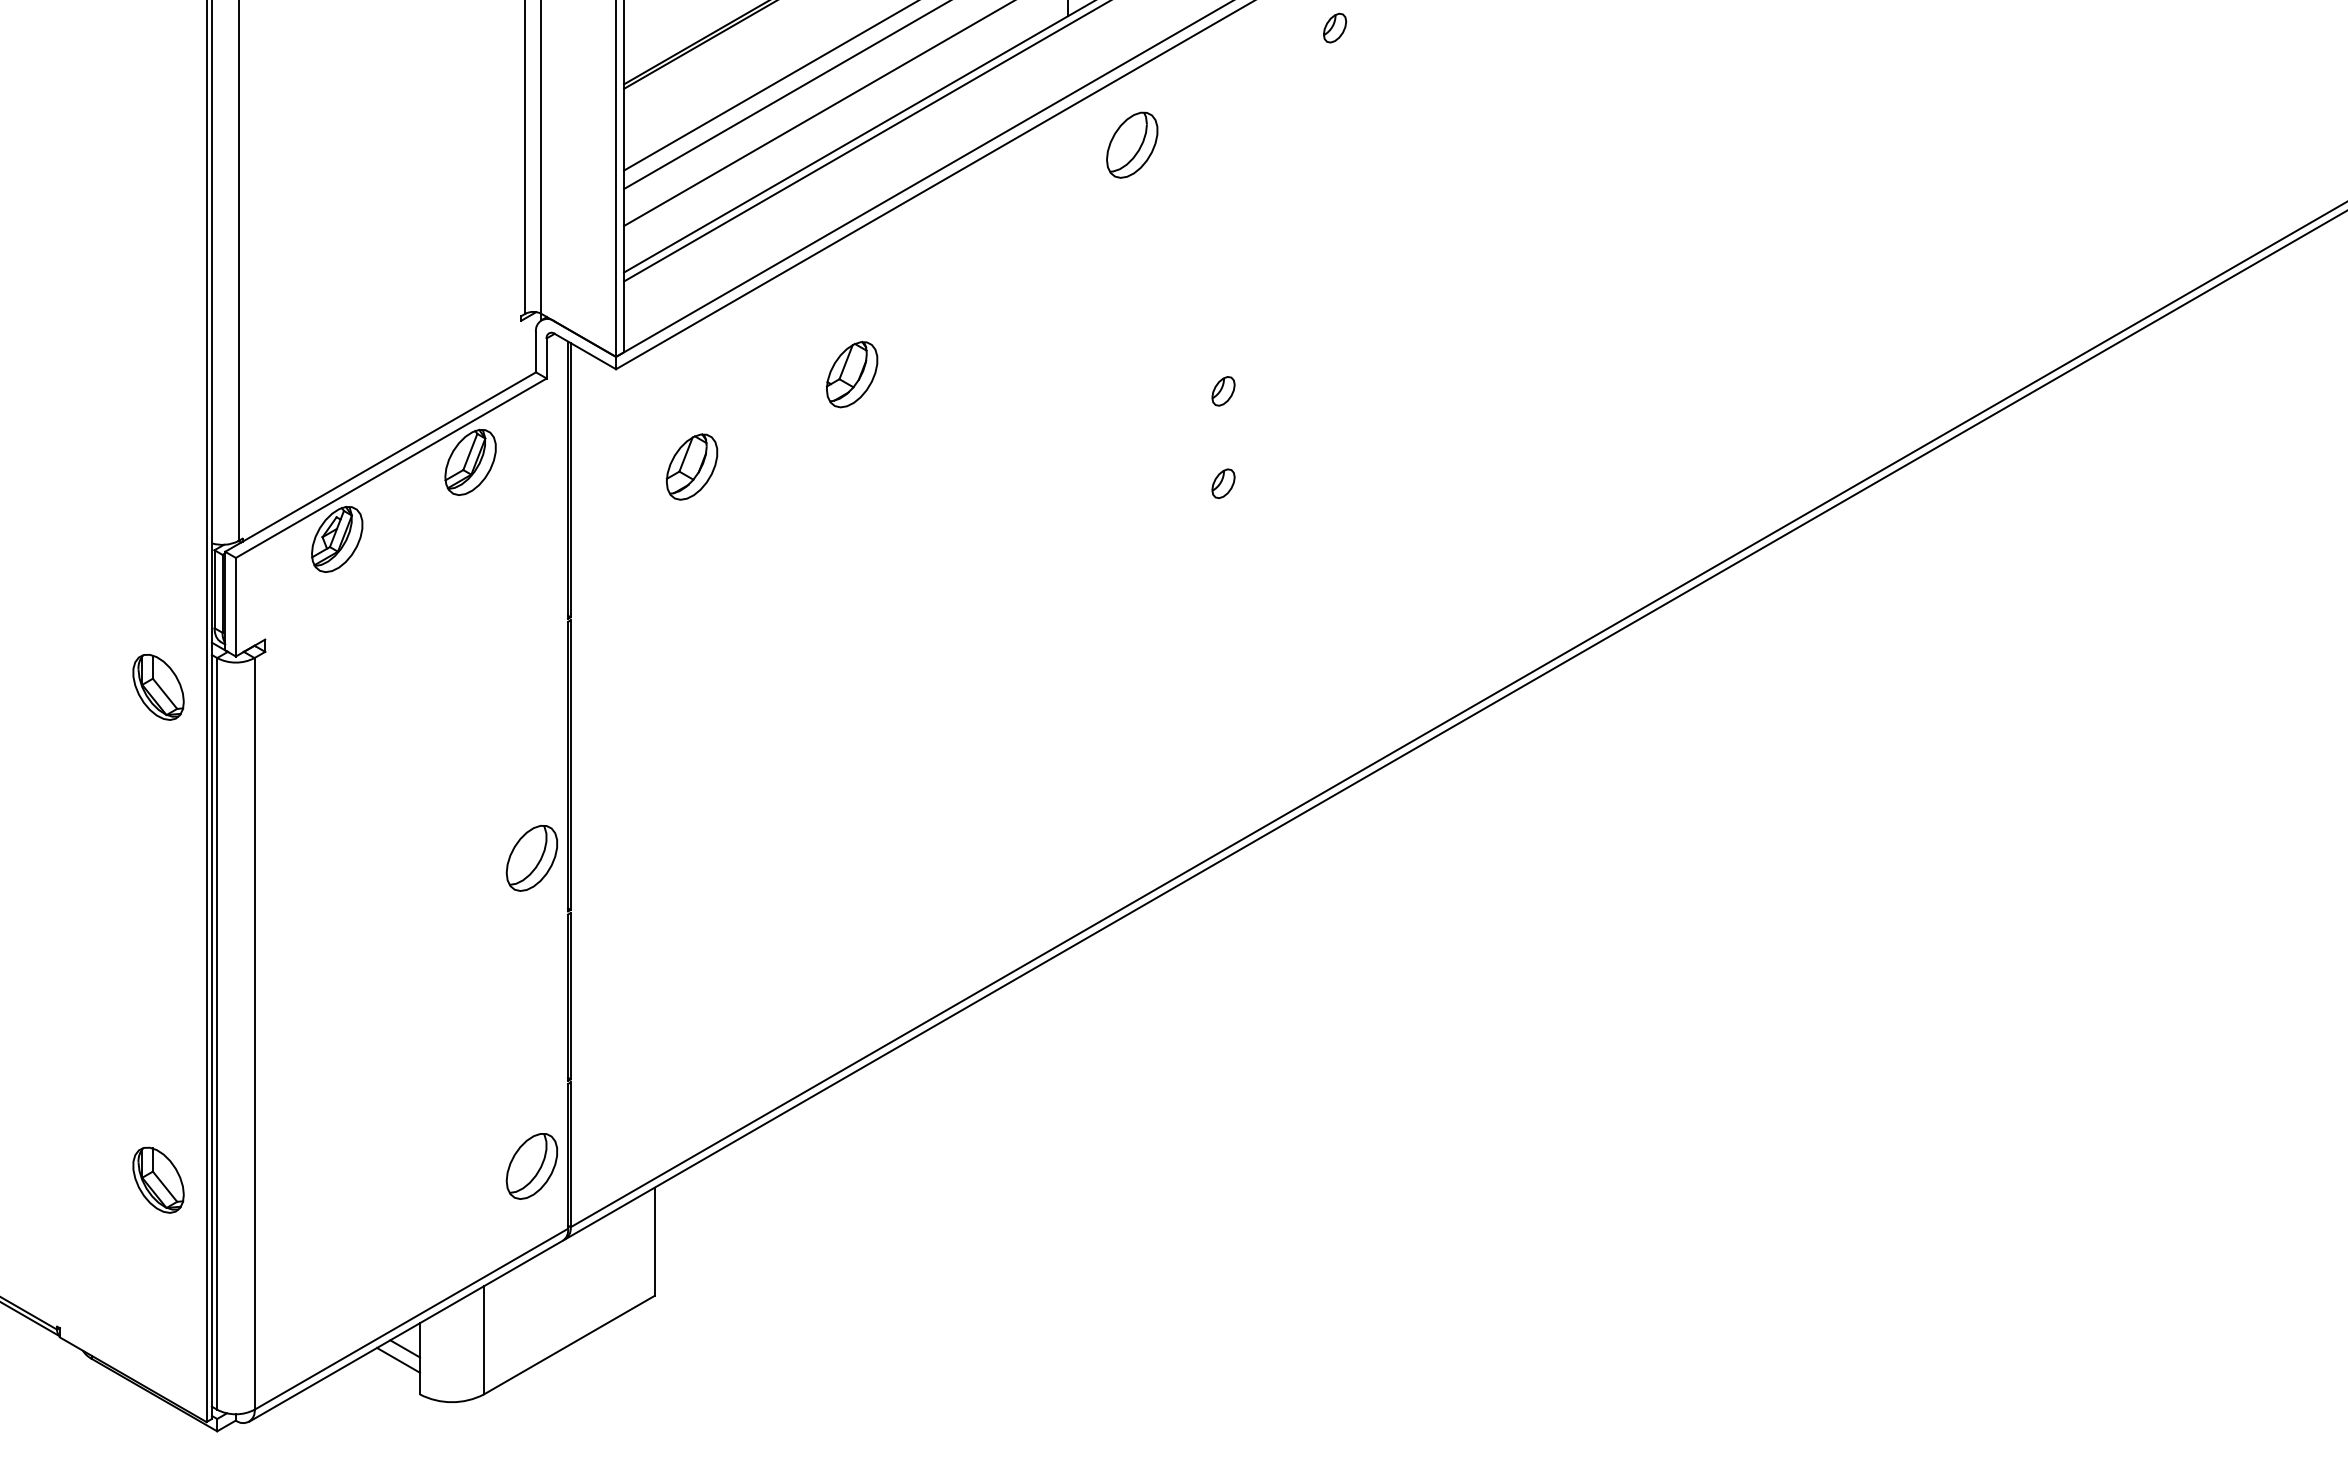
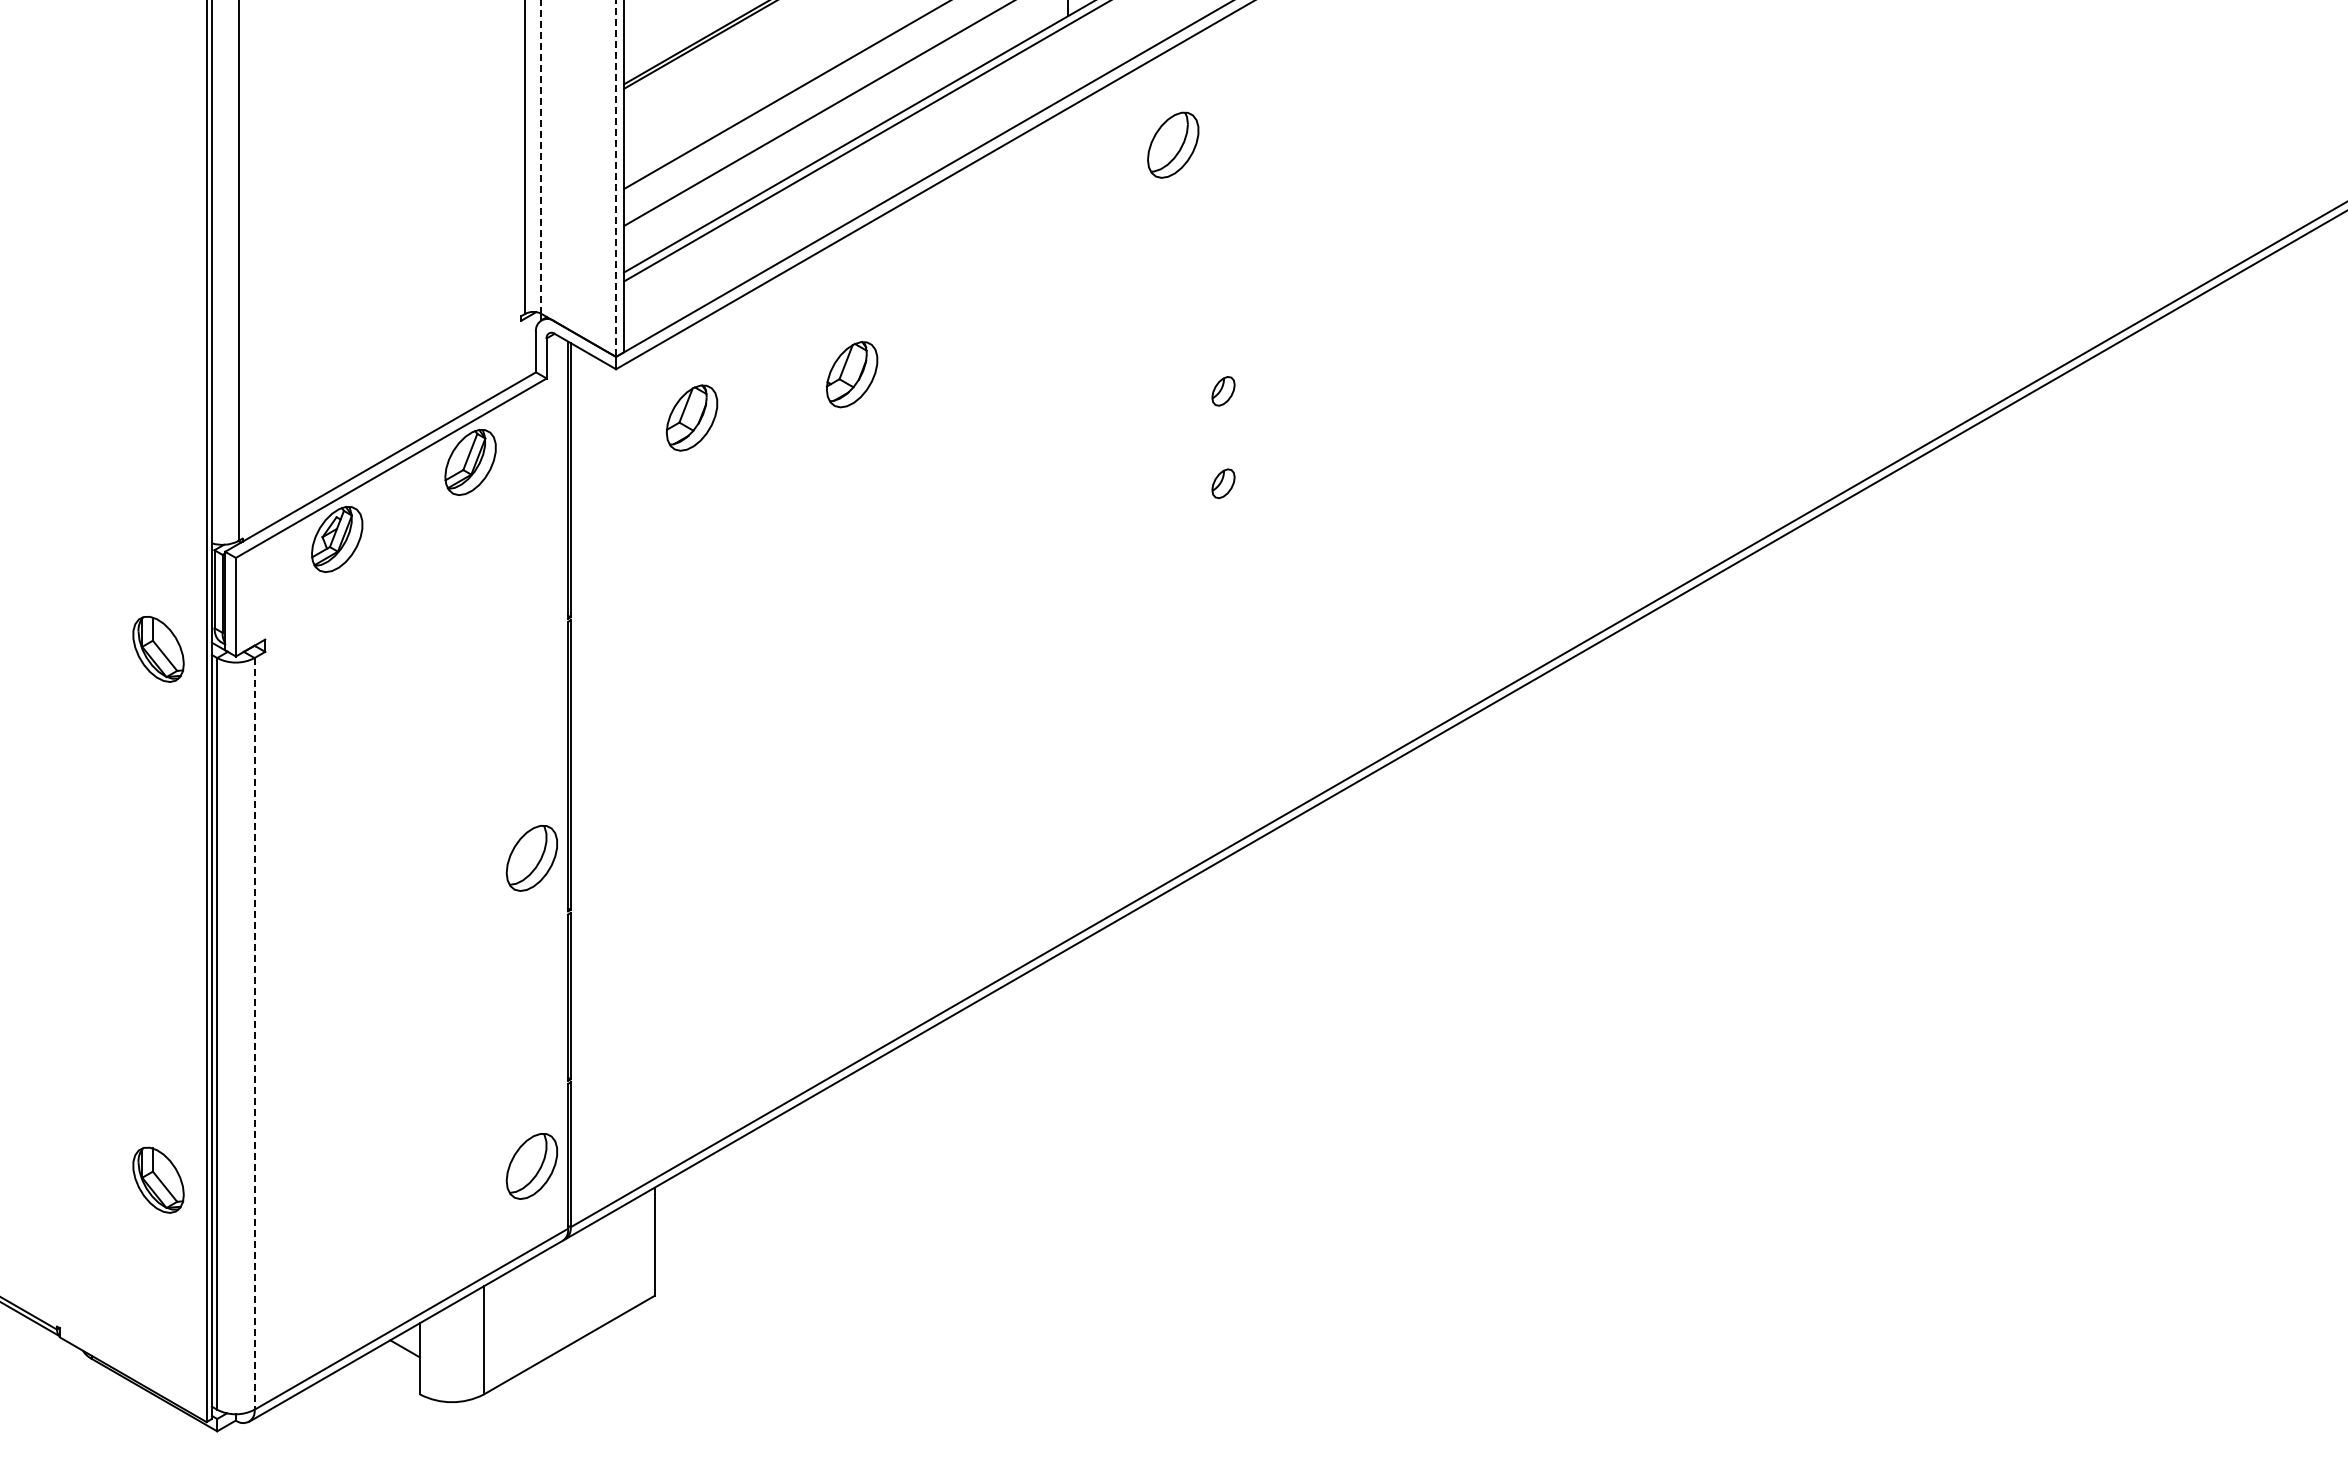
part at (1335, 27): present -> none
line at (769, 86): present -> none
part at (1132, 144) position: (1132, 144) -> (1173, 144)
line at (541, 156): solid -> dashed
line at (616, 179): solid -> dashed
part at (691, 466) position: (691, 466) -> (691, 417)
part at (158, 687) position: (158, 687) -> (158, 649)
line at (254, 1033): solid -> dashed
line at (398, 1359): present -> none
